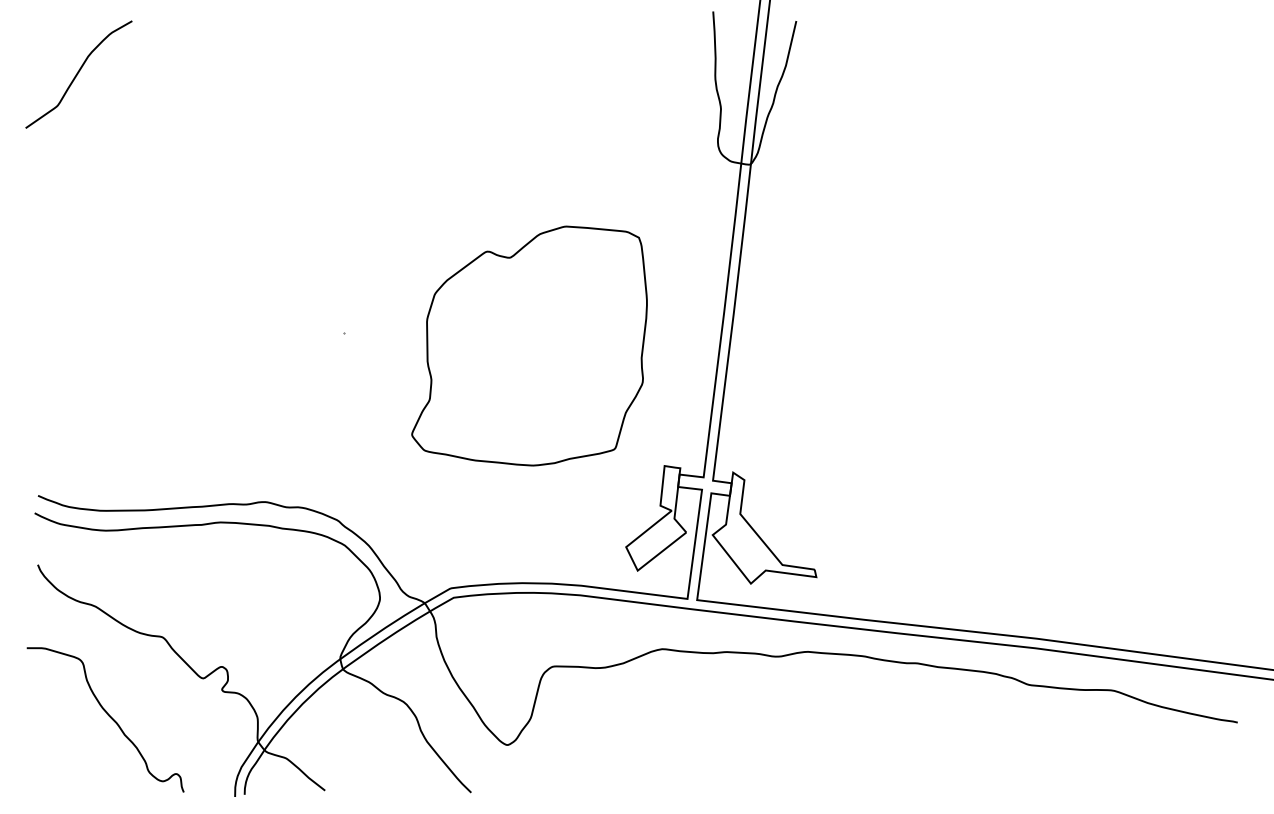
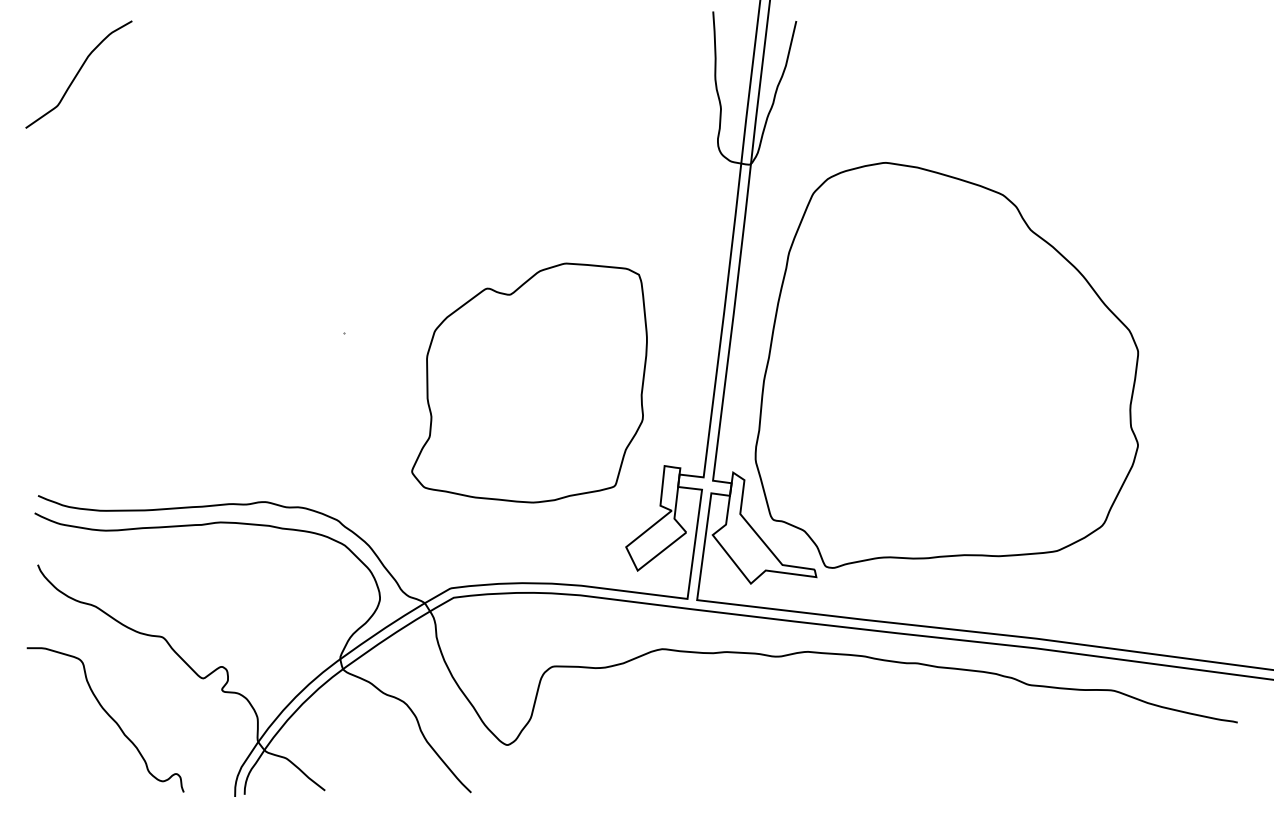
part at (529, 345) position: (529, 345) -> (529, 382)
part at (946, 365): none -> present
